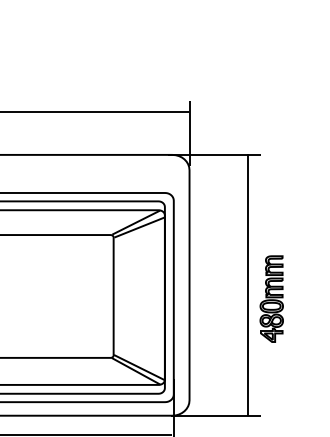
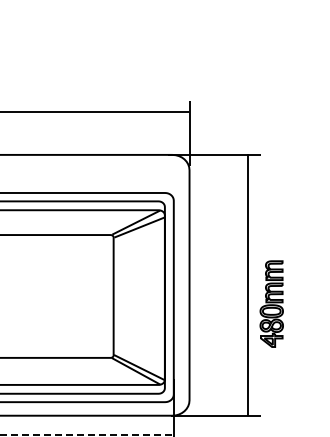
part at (271, 298) position: (271, 298) -> (271, 303)
line at (86, 434): solid -> dashed
